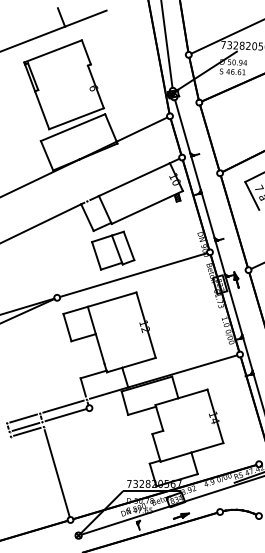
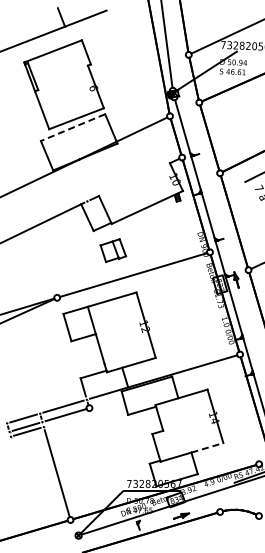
line at (73, 127): solid -> dashed
line at (134, 179): present -> none
line at (252, 195): present -> none
part at (113, 250) size: 45x41 px -> 29x26 px
line at (207, 447): solid -> dashed
